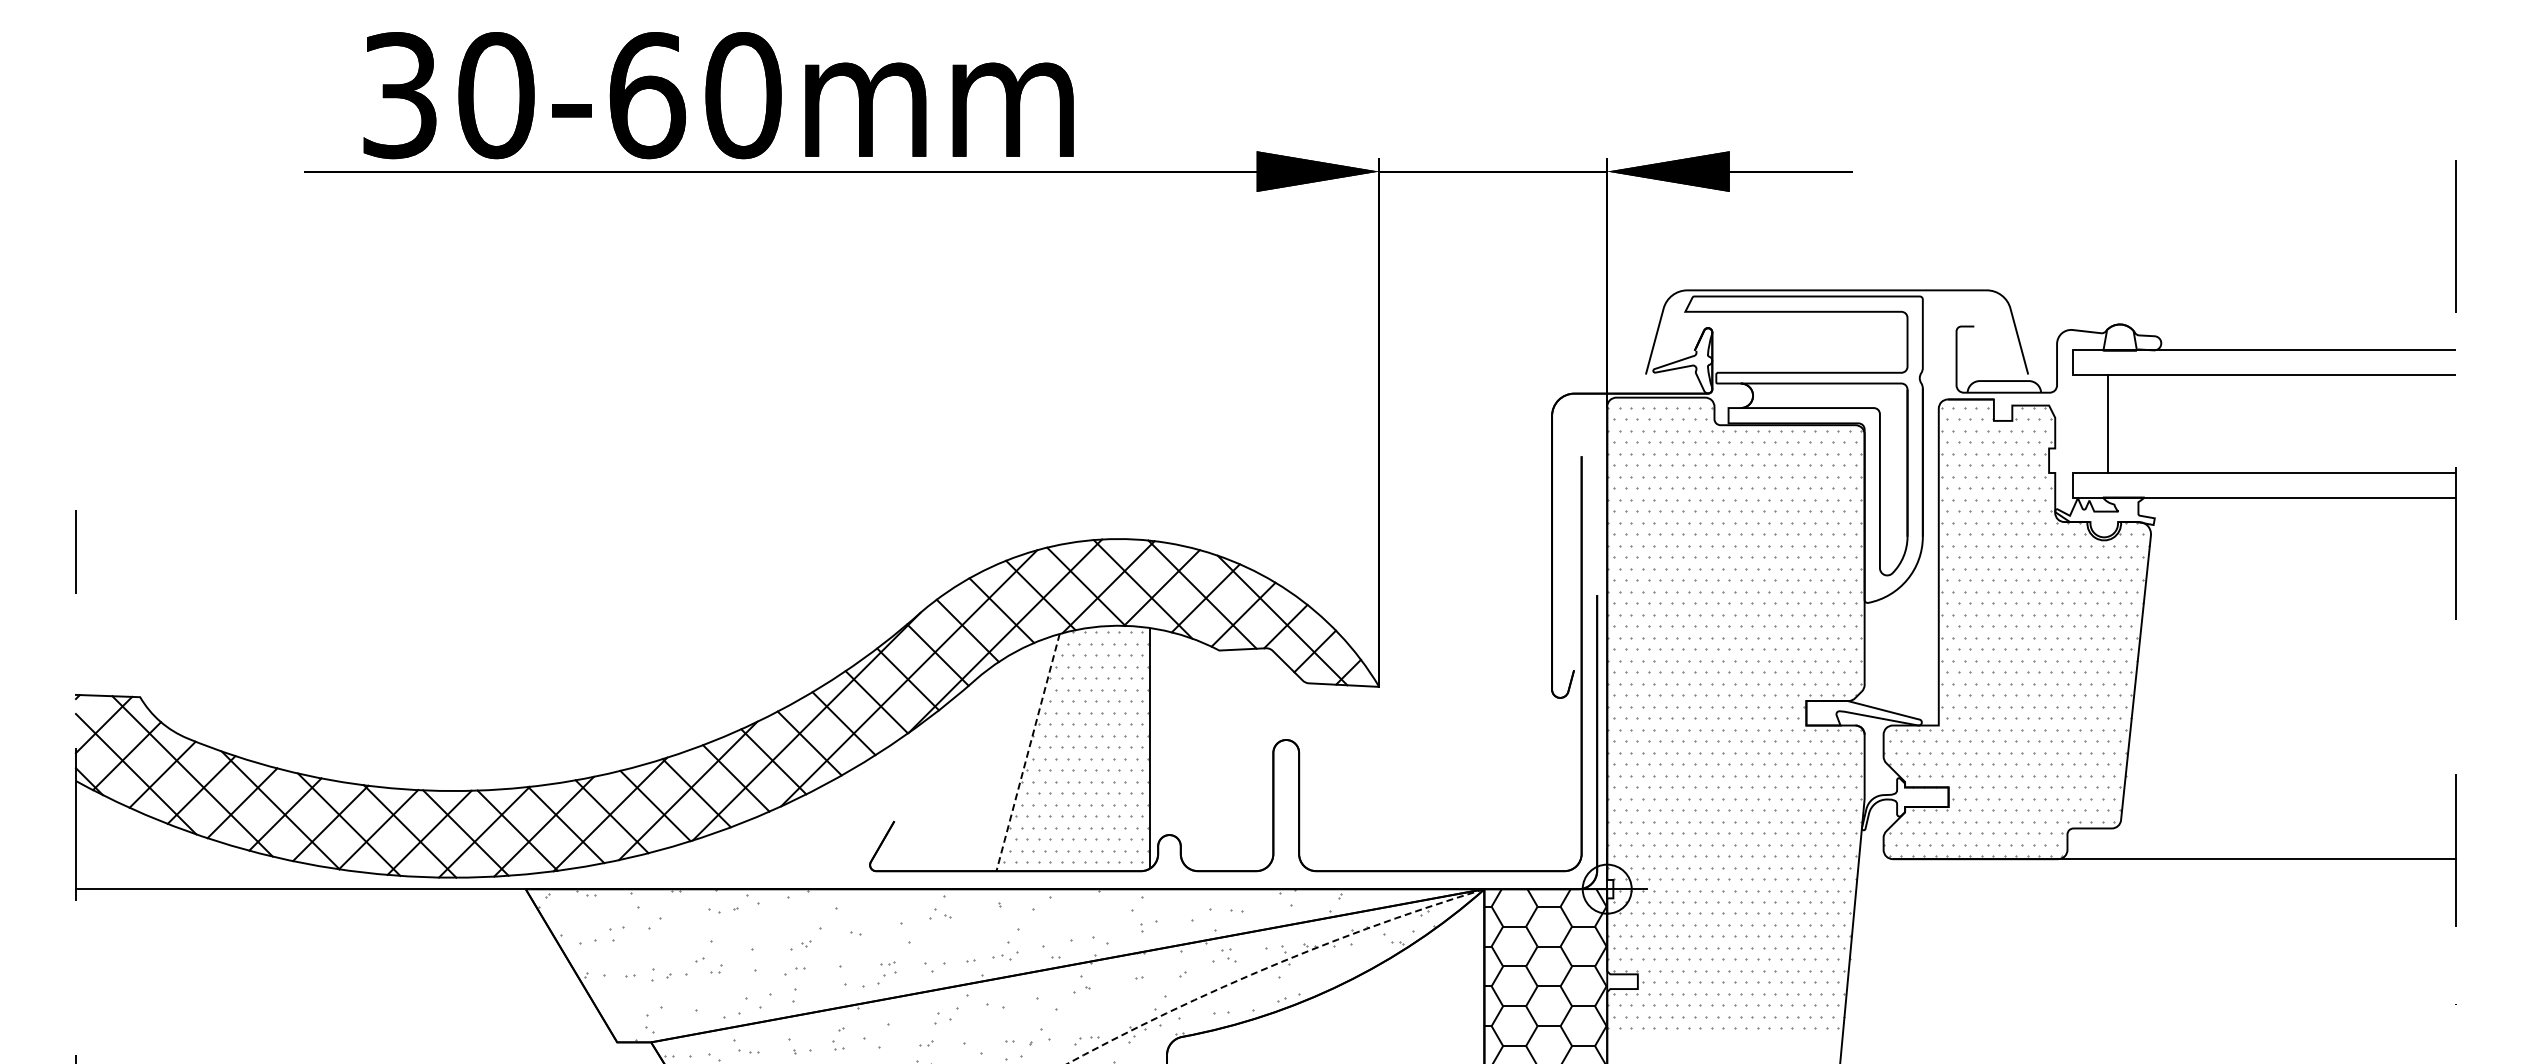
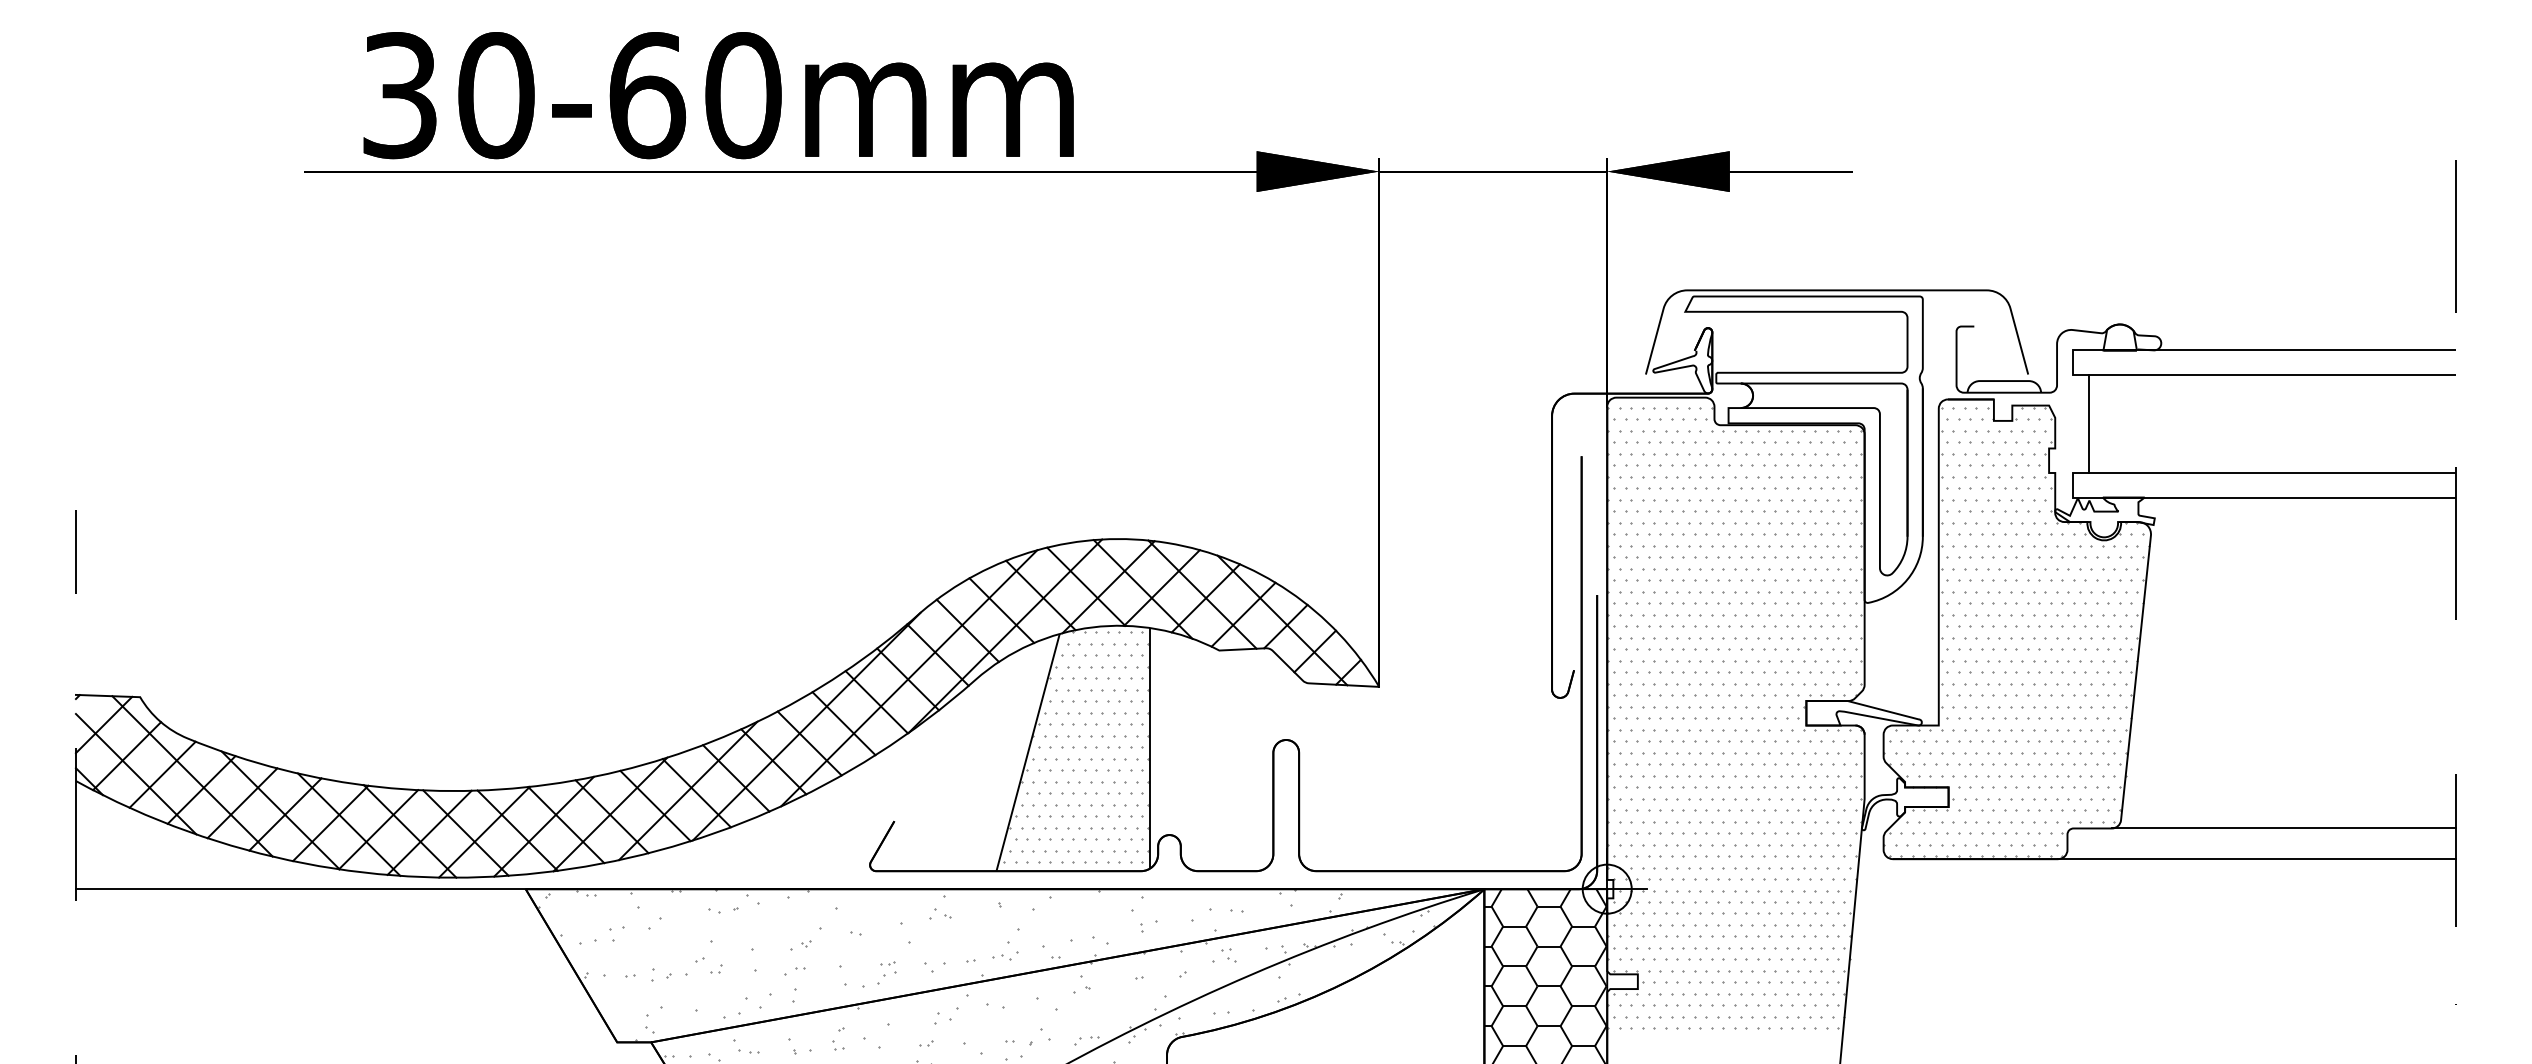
line at (2108, 423) position: (2108, 423) -> (2089, 423)
line at (1028, 752): dashed -> solid
line at (2283, 828): none -> present
line at (1271, 966): dashed -> solid
